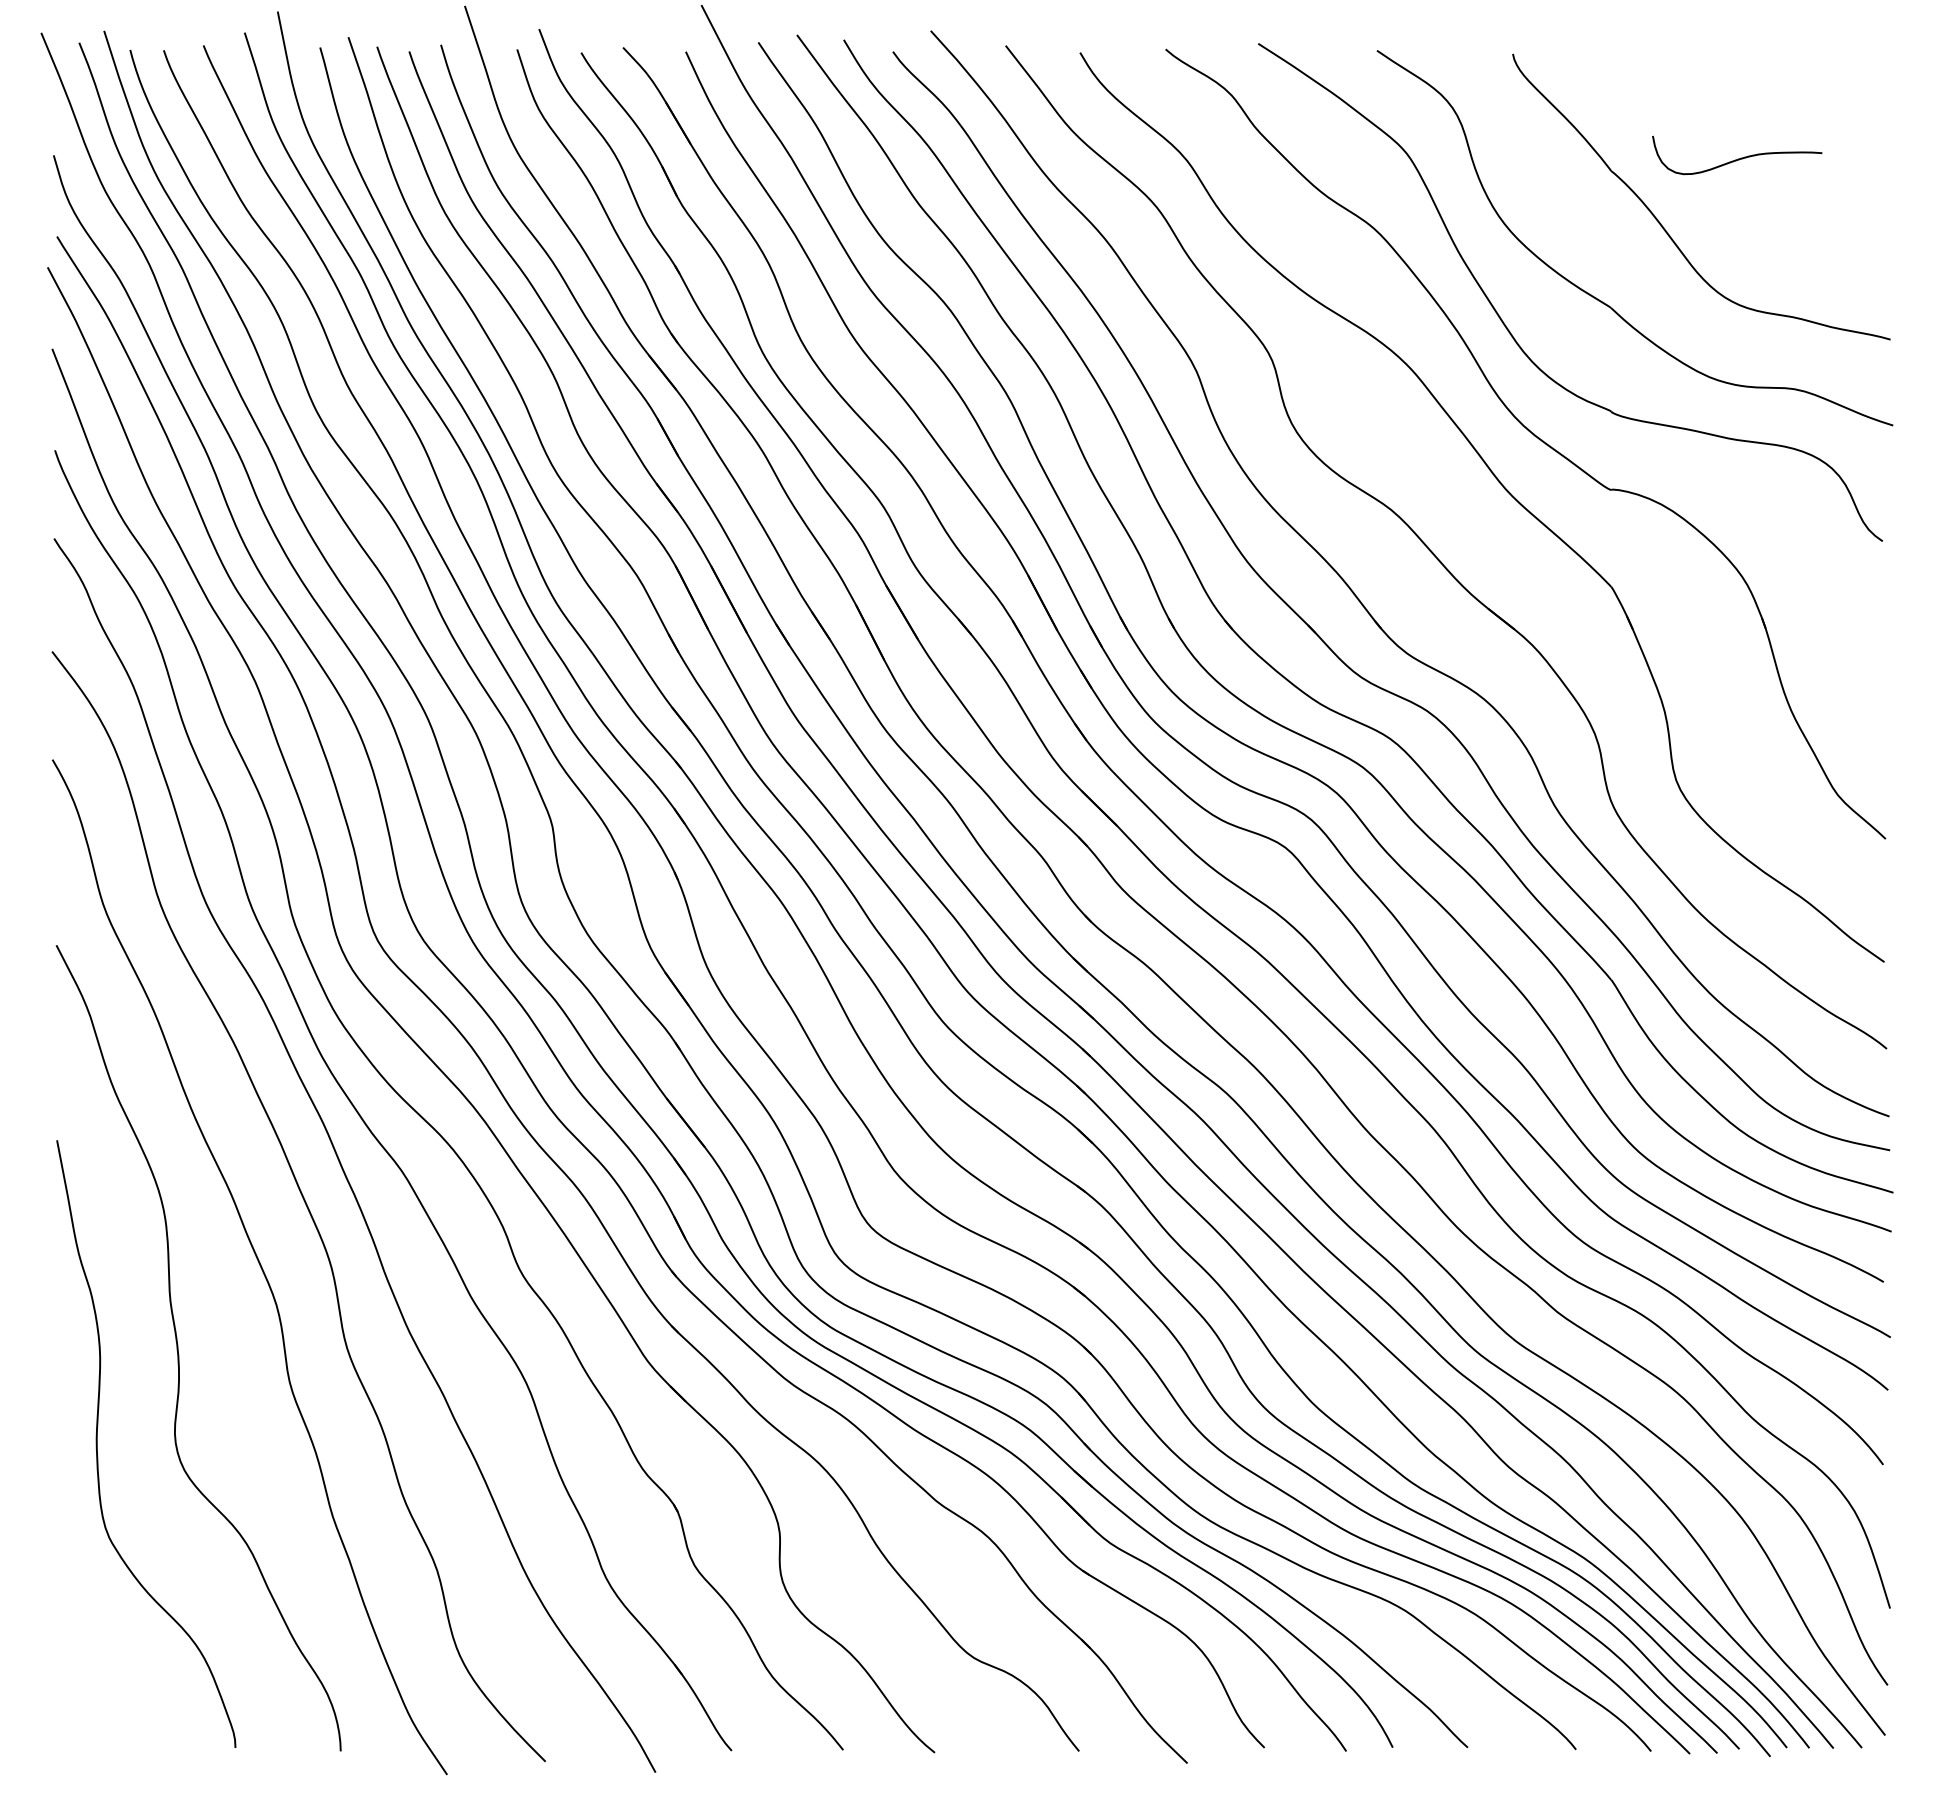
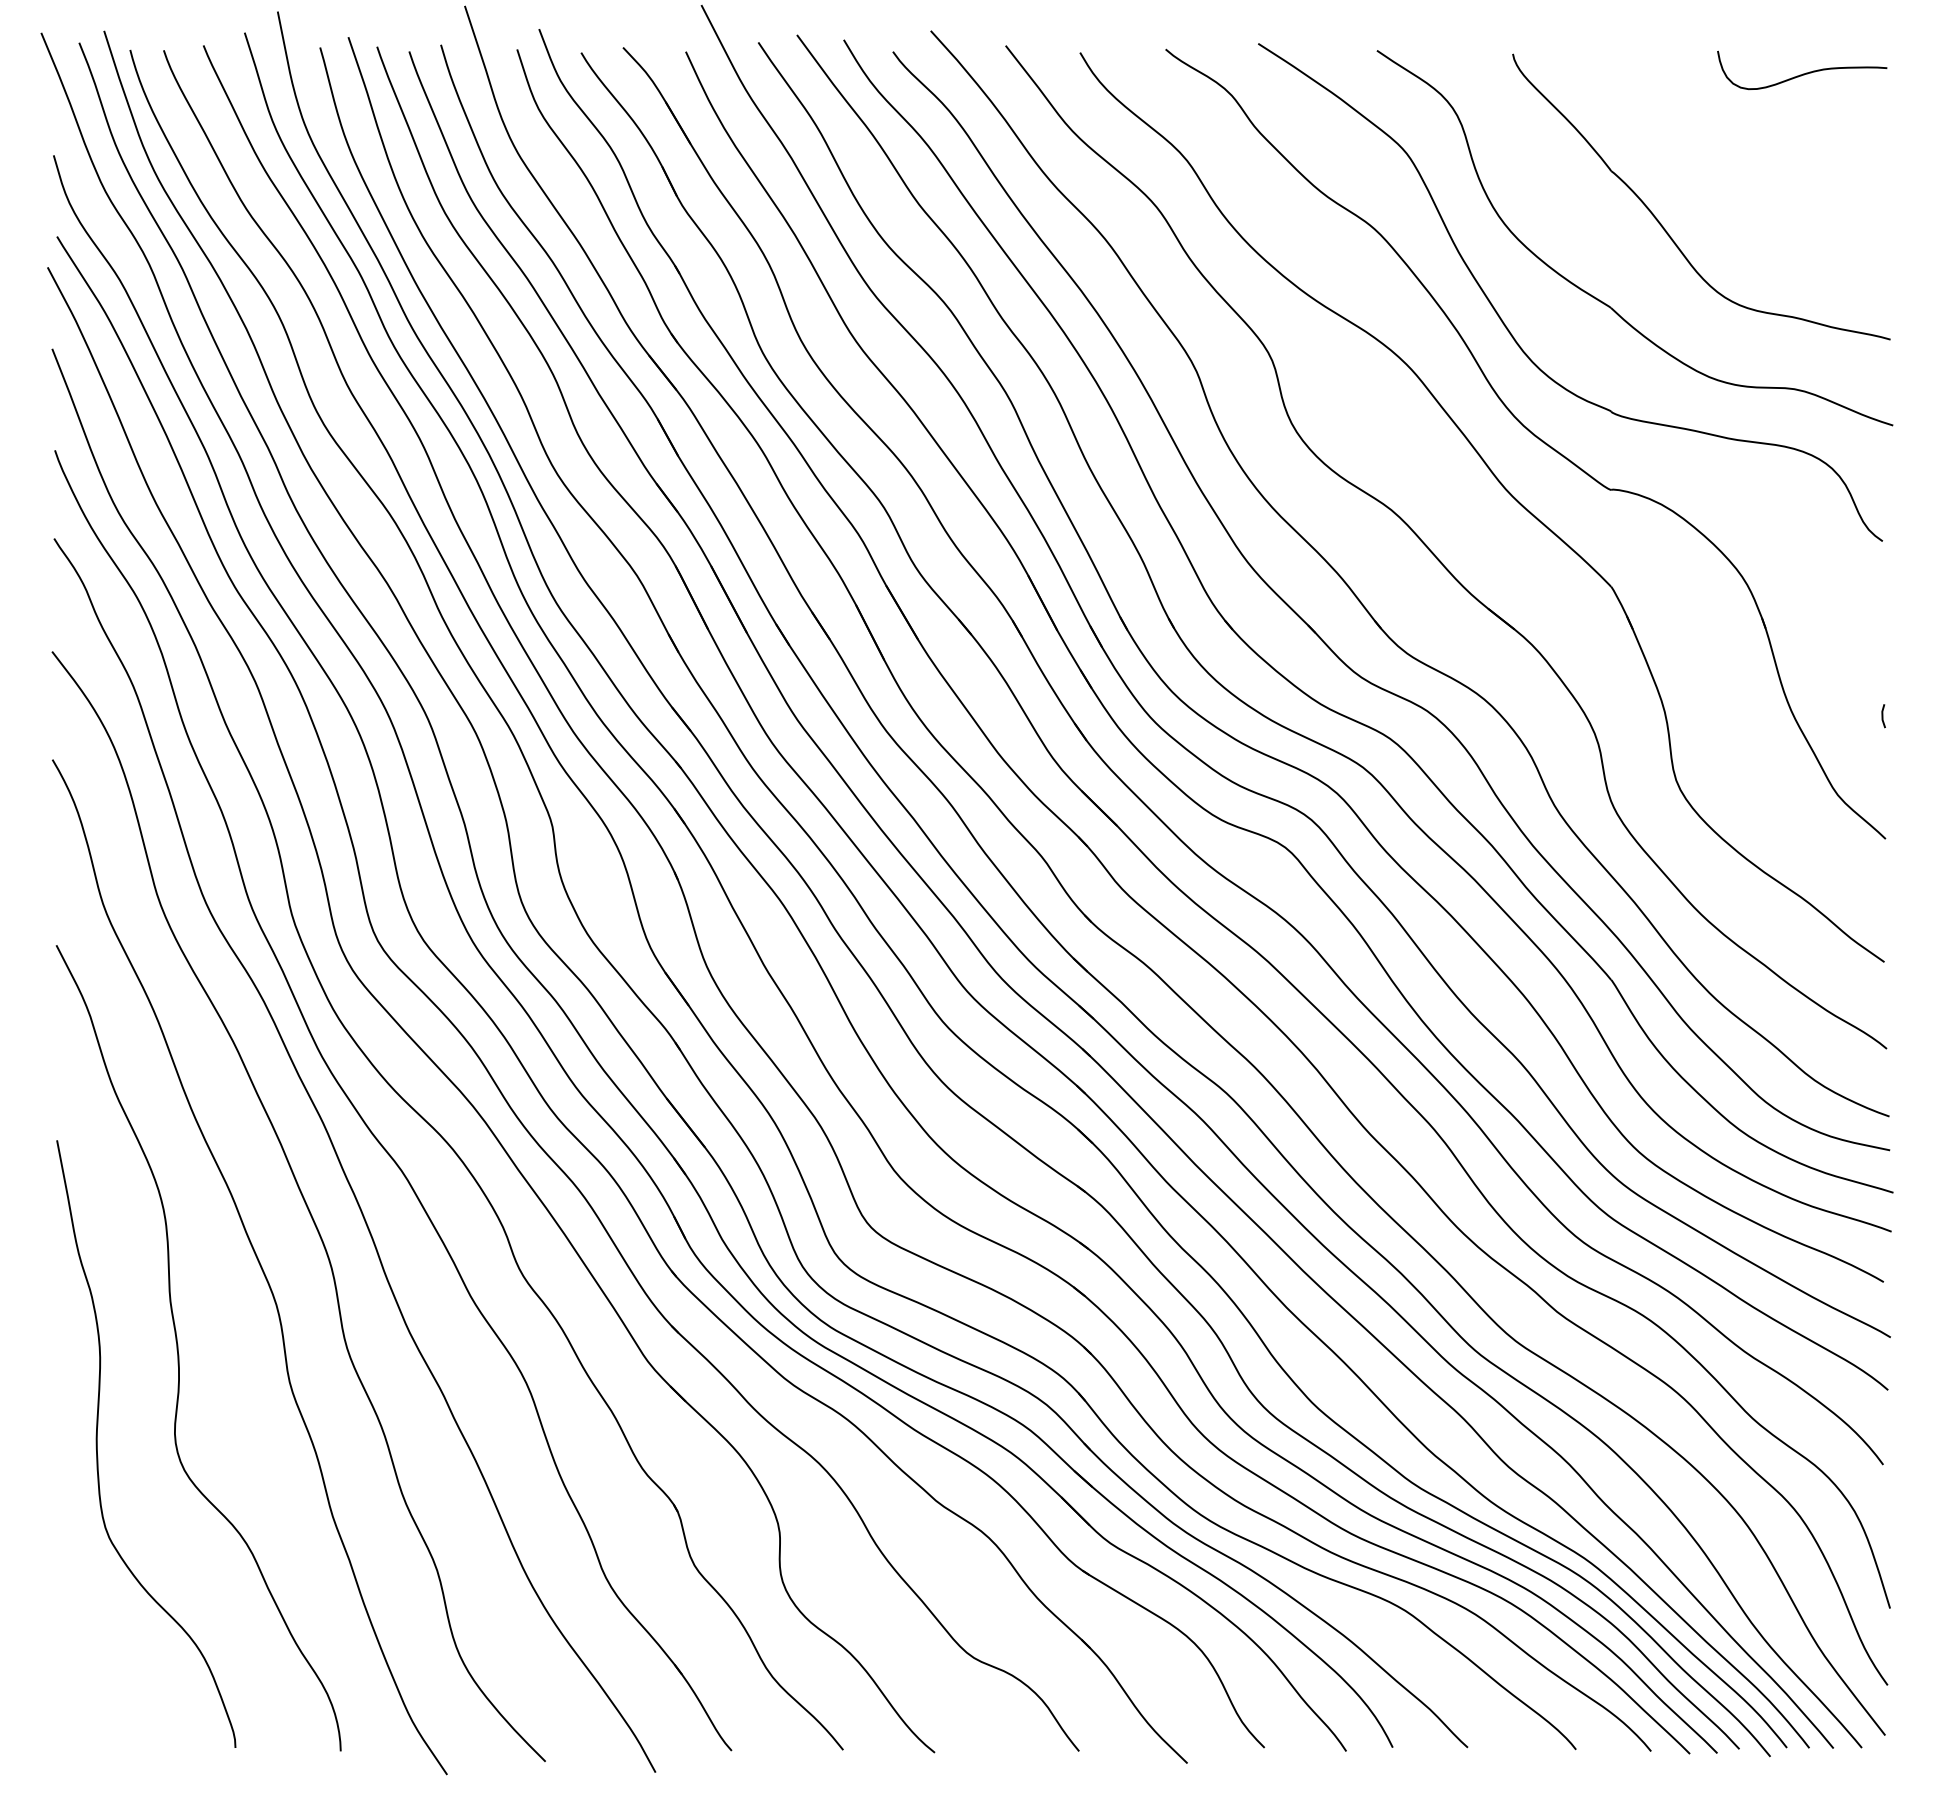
curve at (1738, 158) position: (1738, 158) -> (1803, 73)
line at (1883, 716): none -> present
